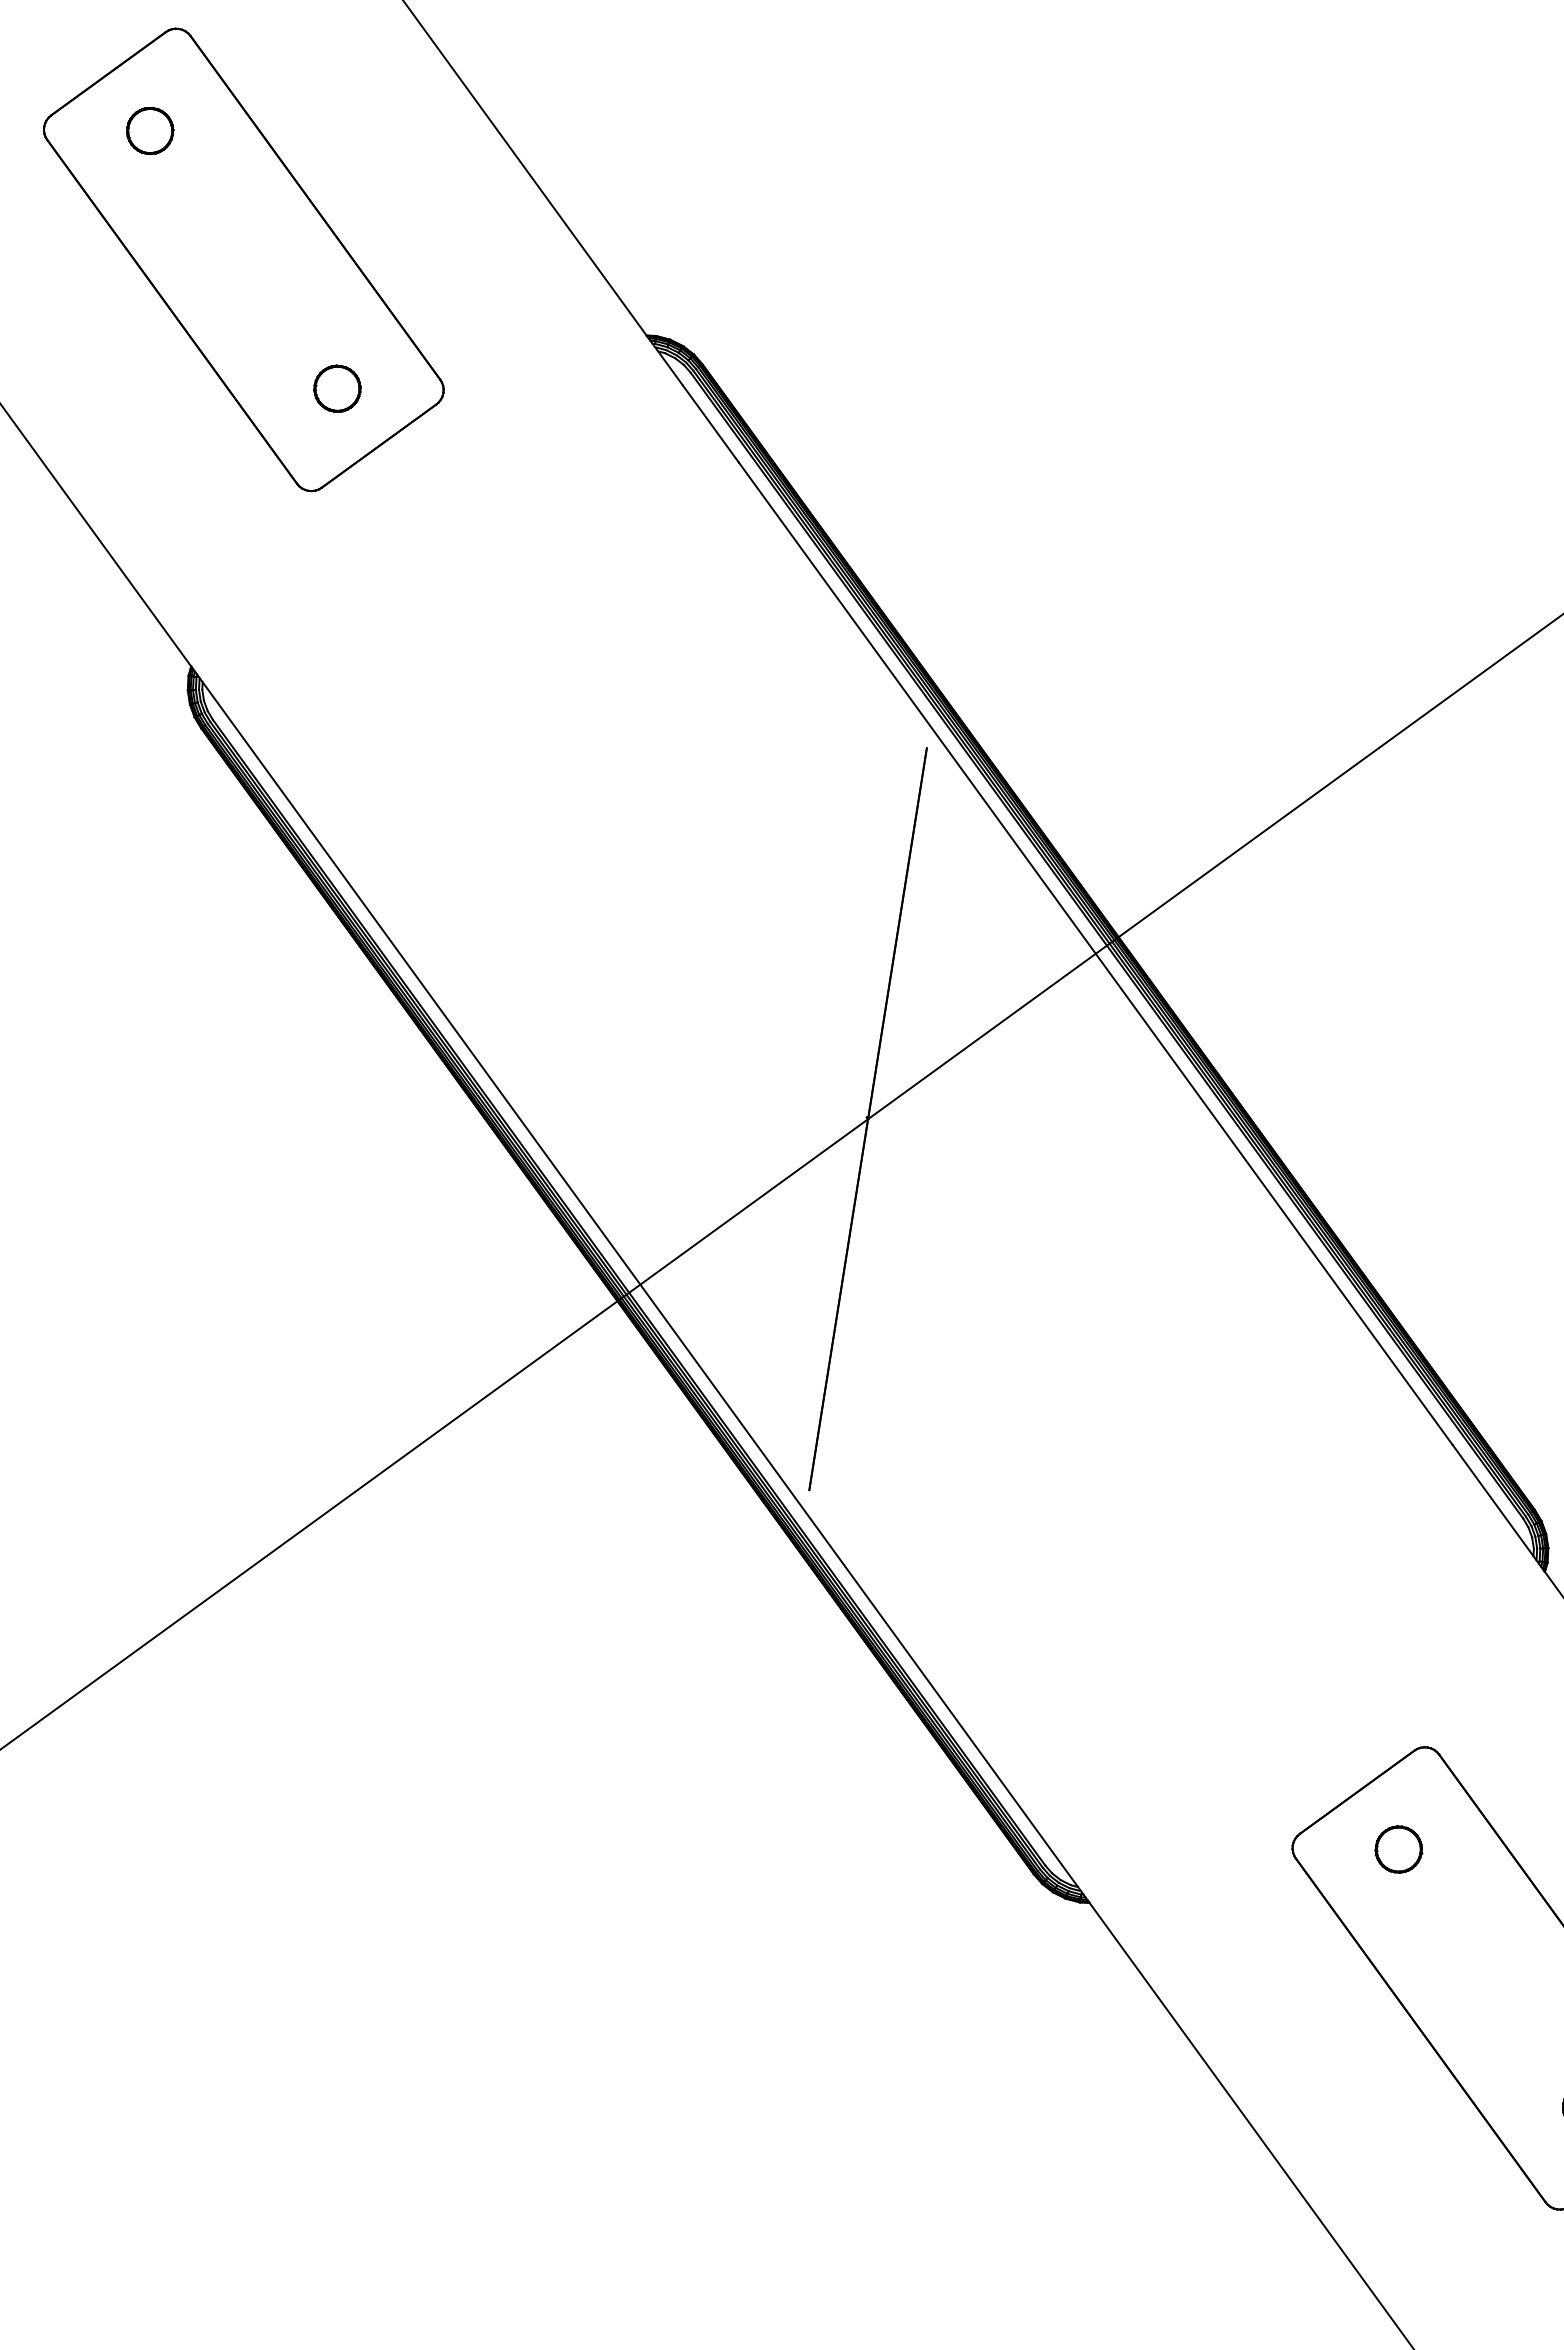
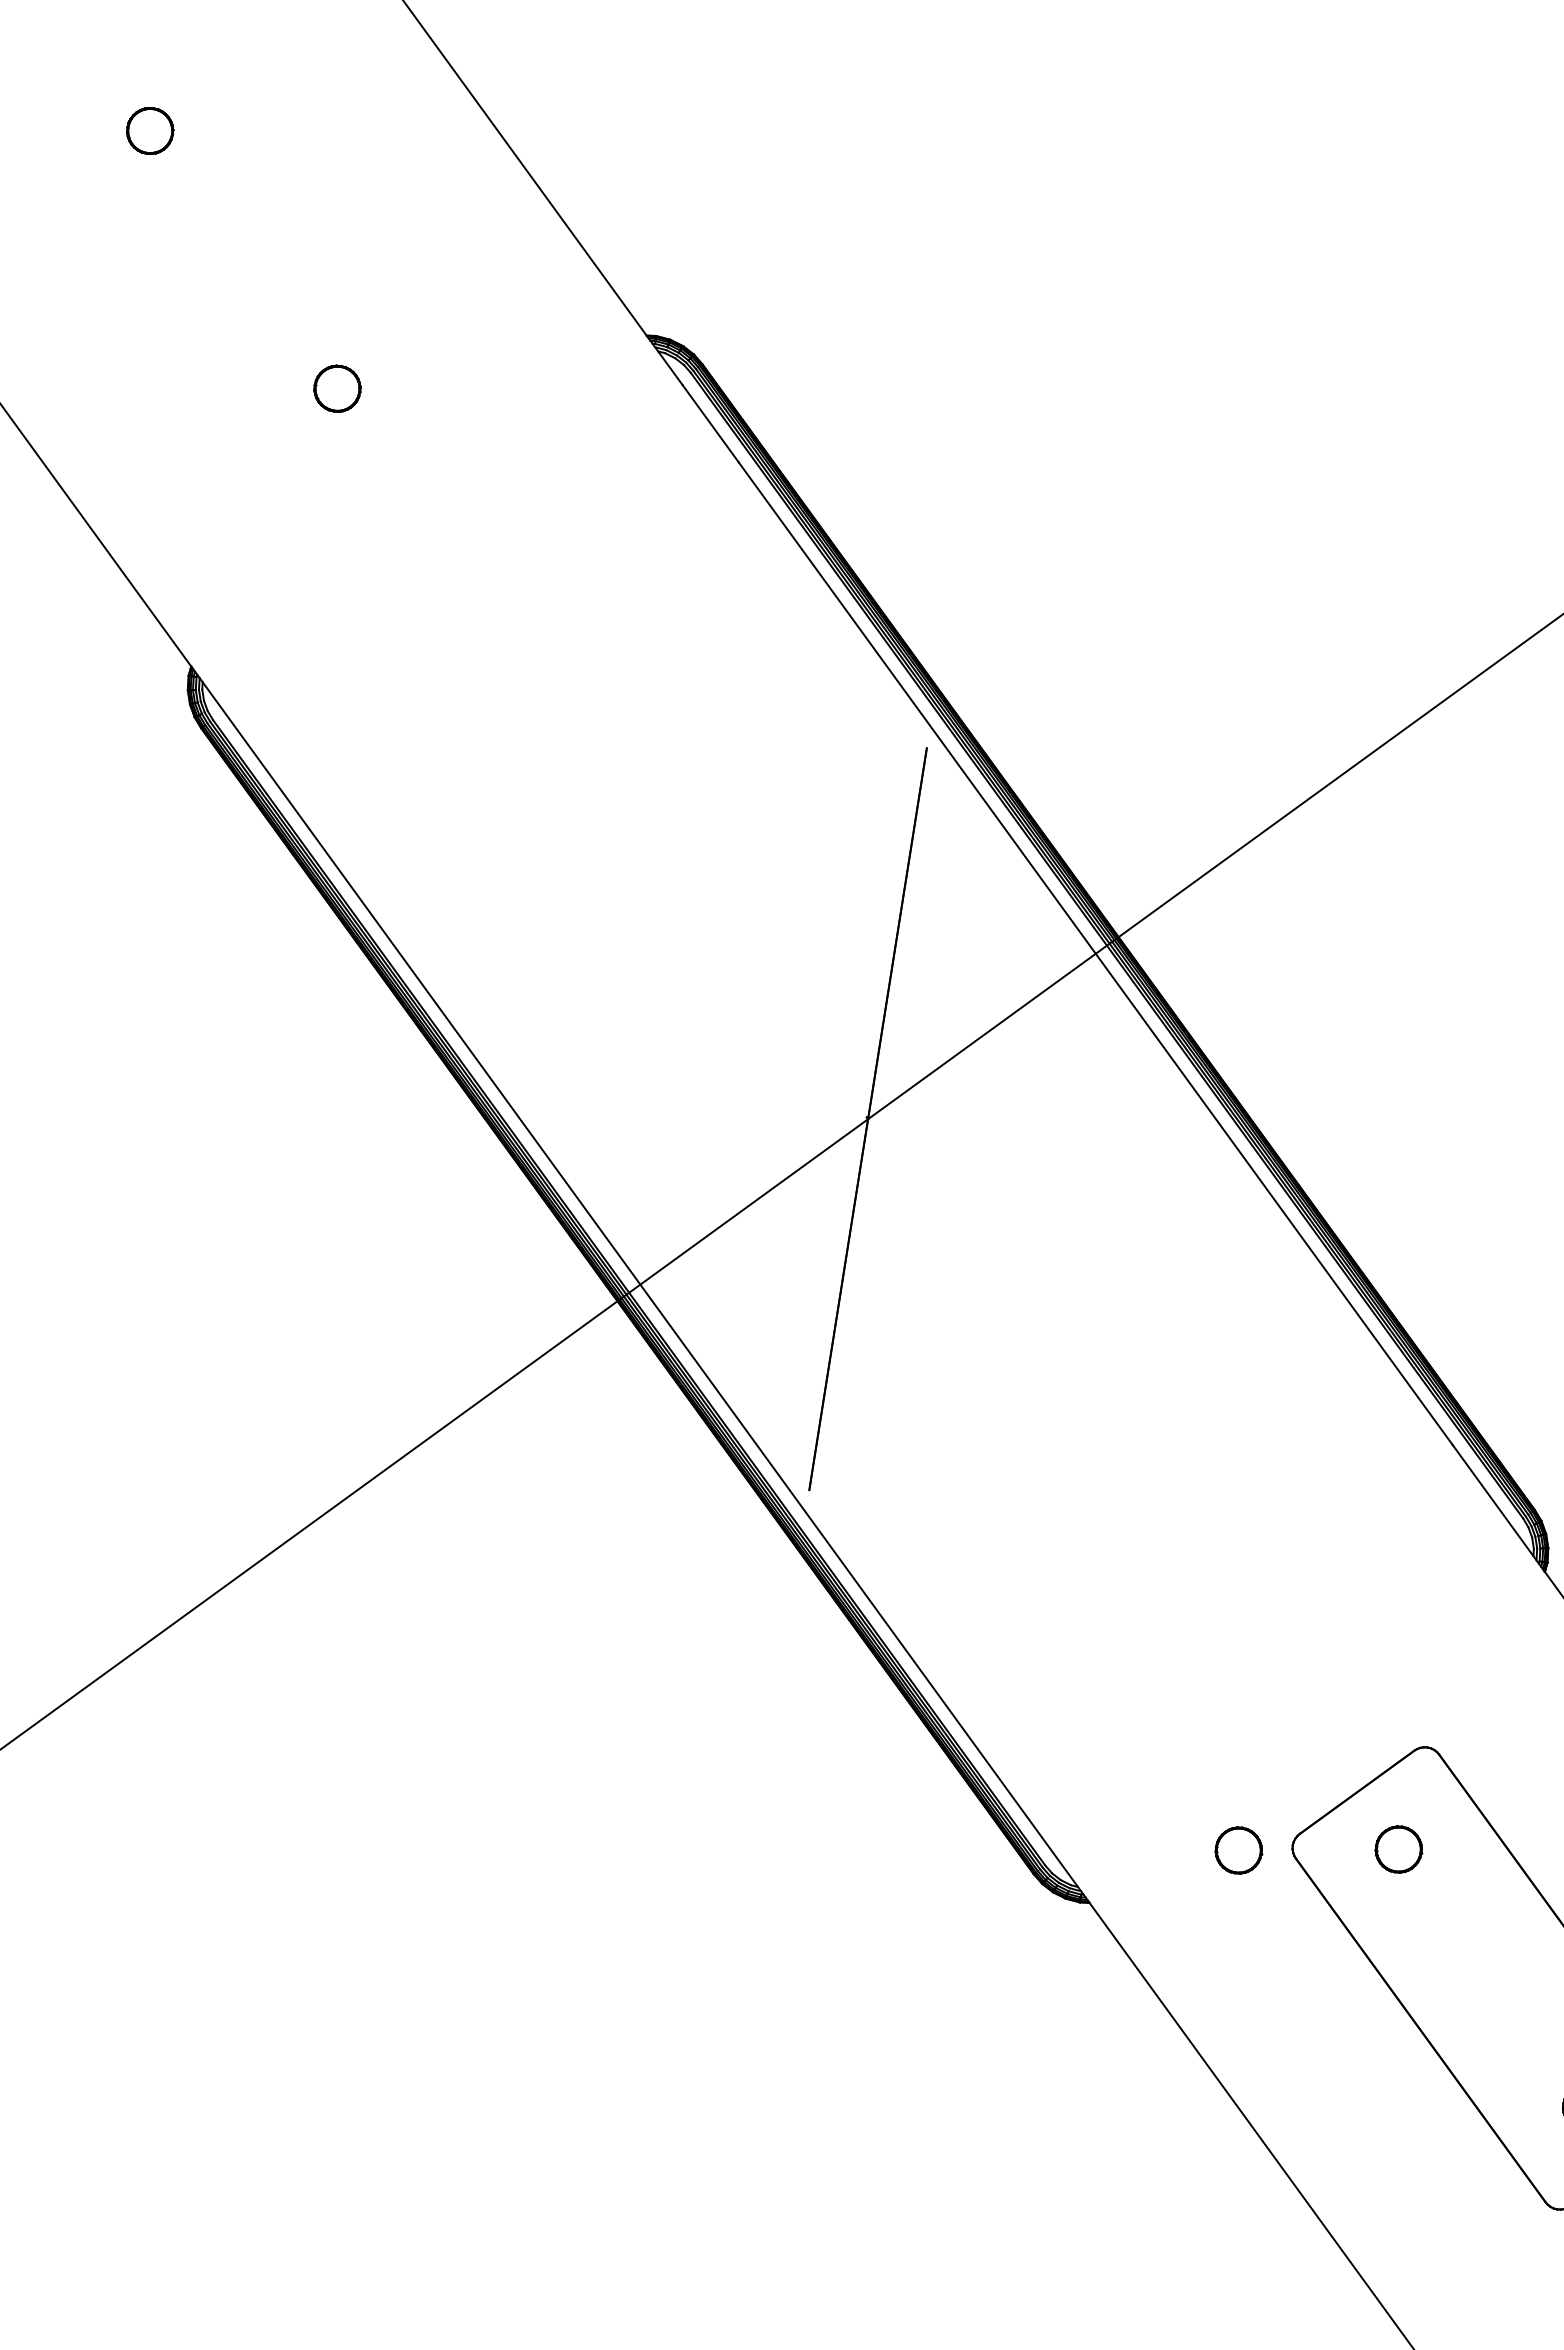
part at (243, 259): present -> none
part at (1238, 1850): none -> present
